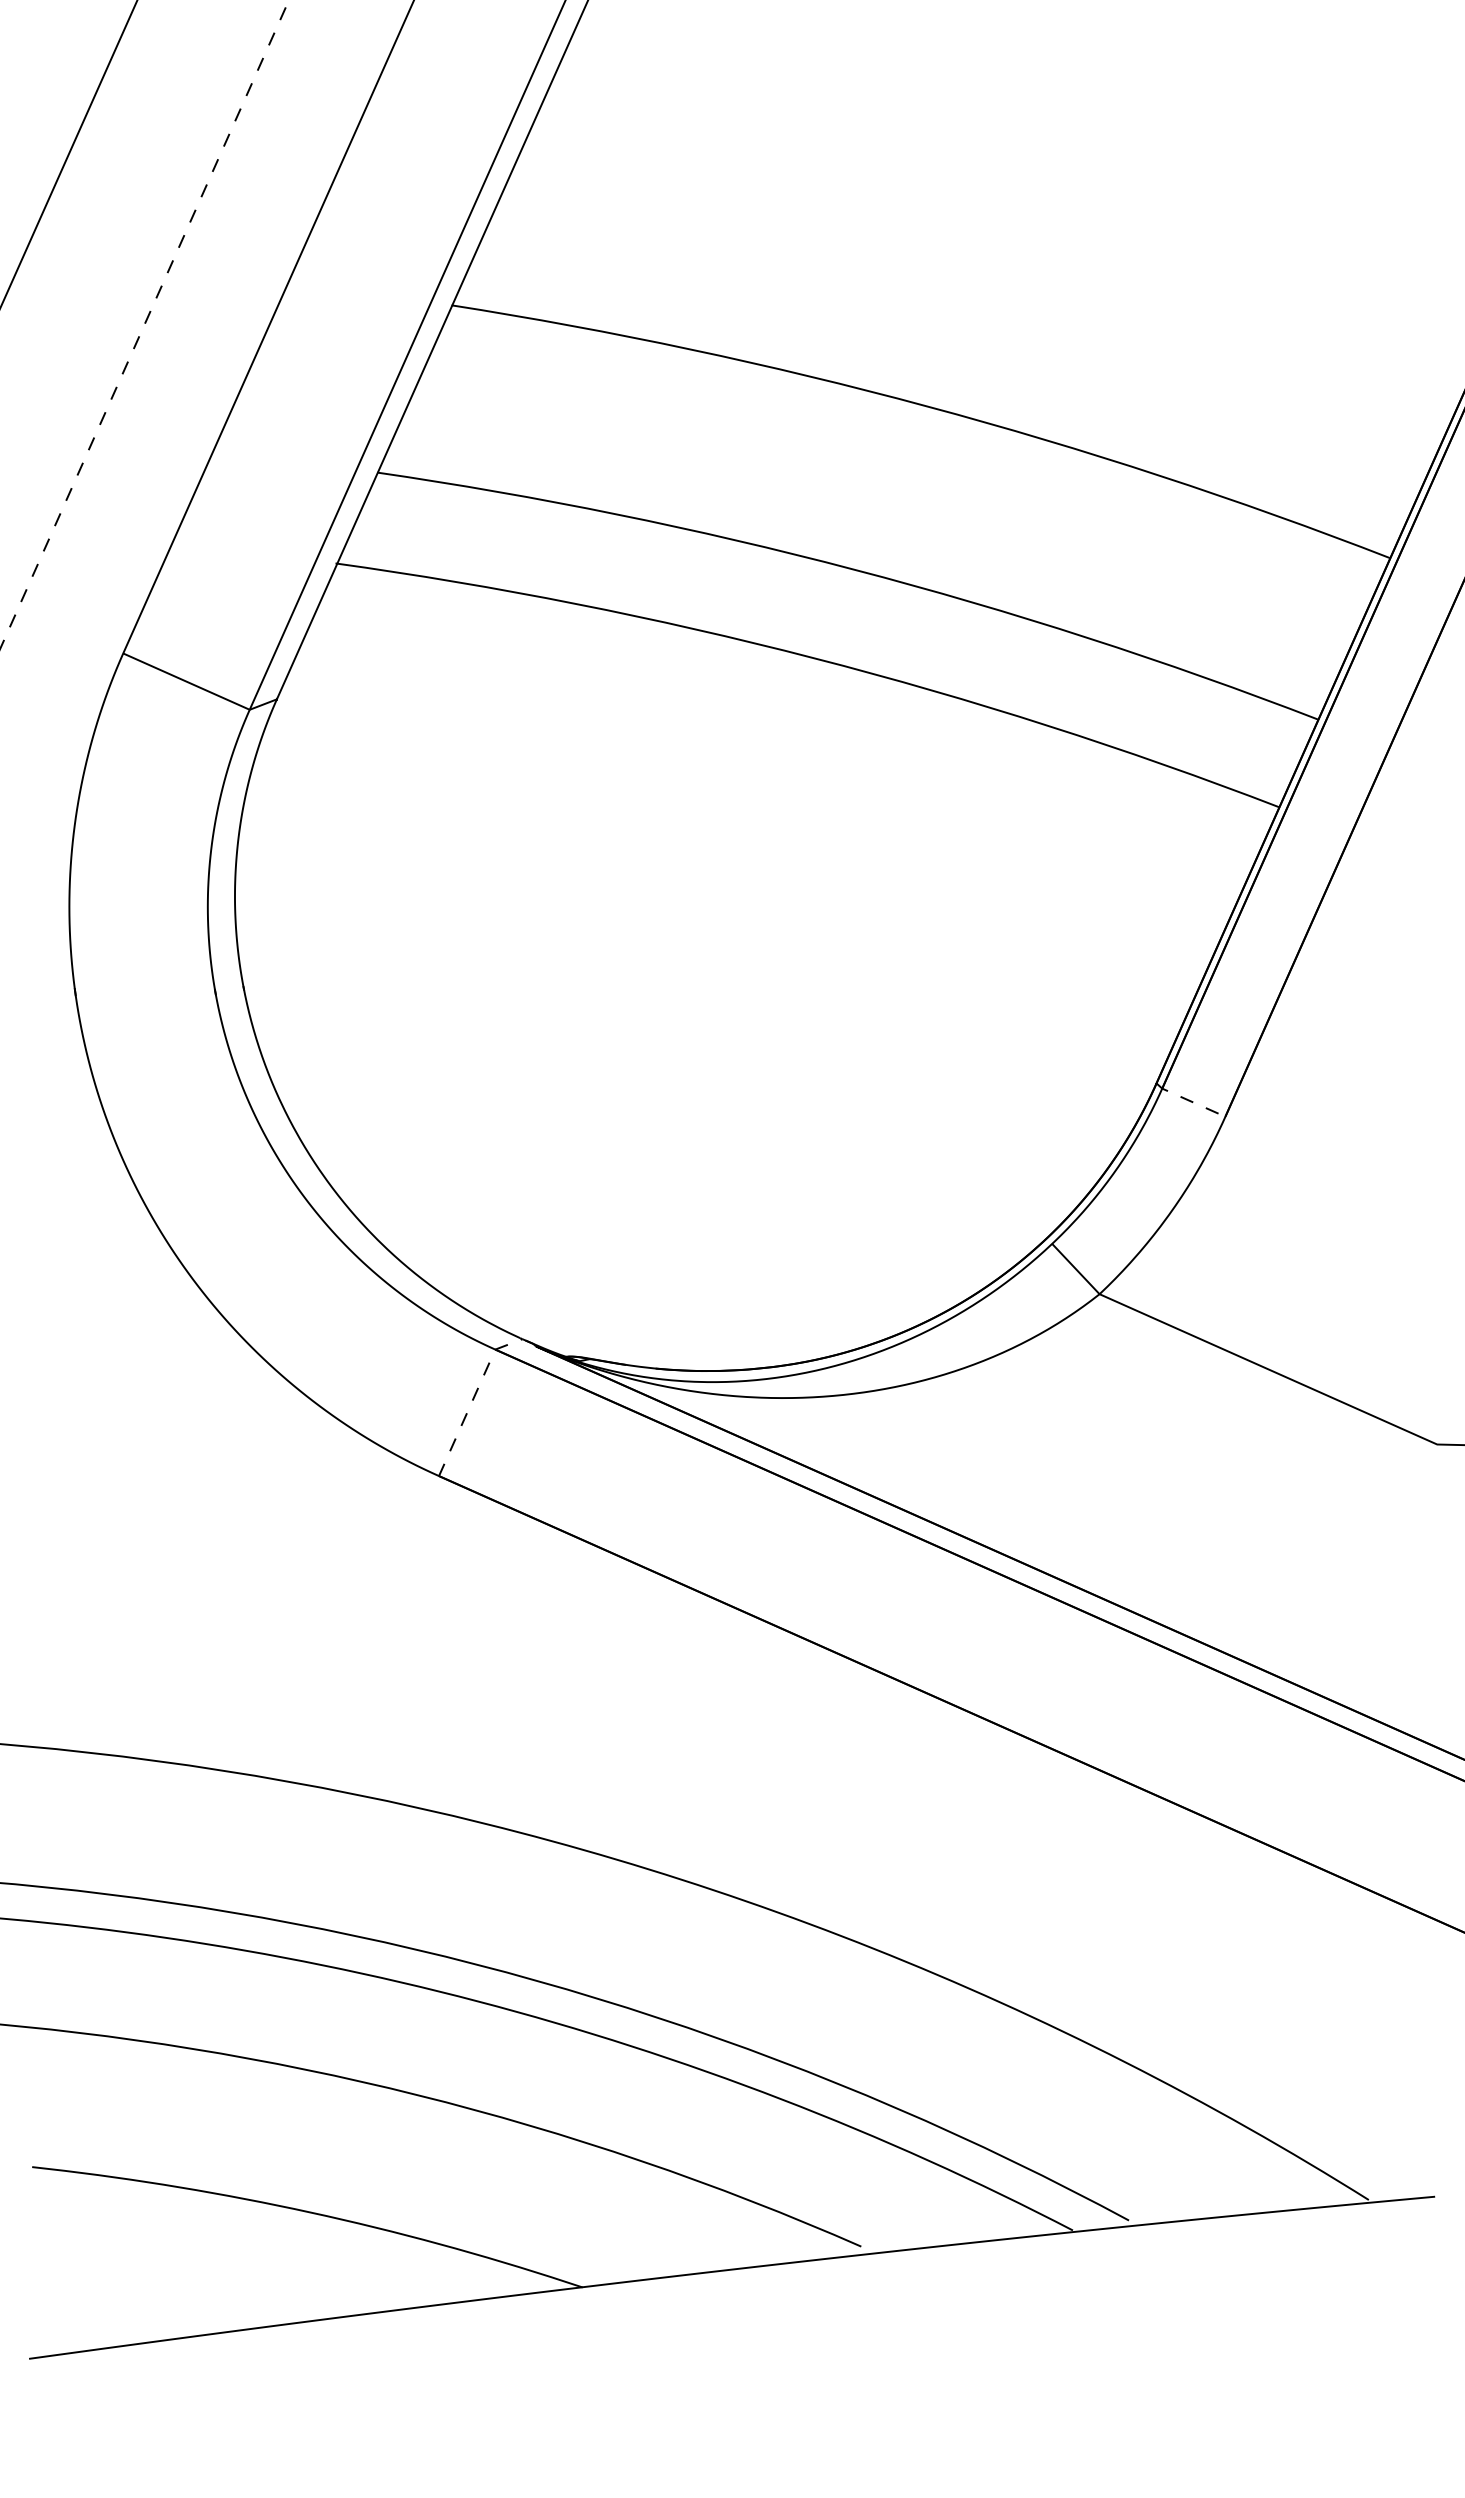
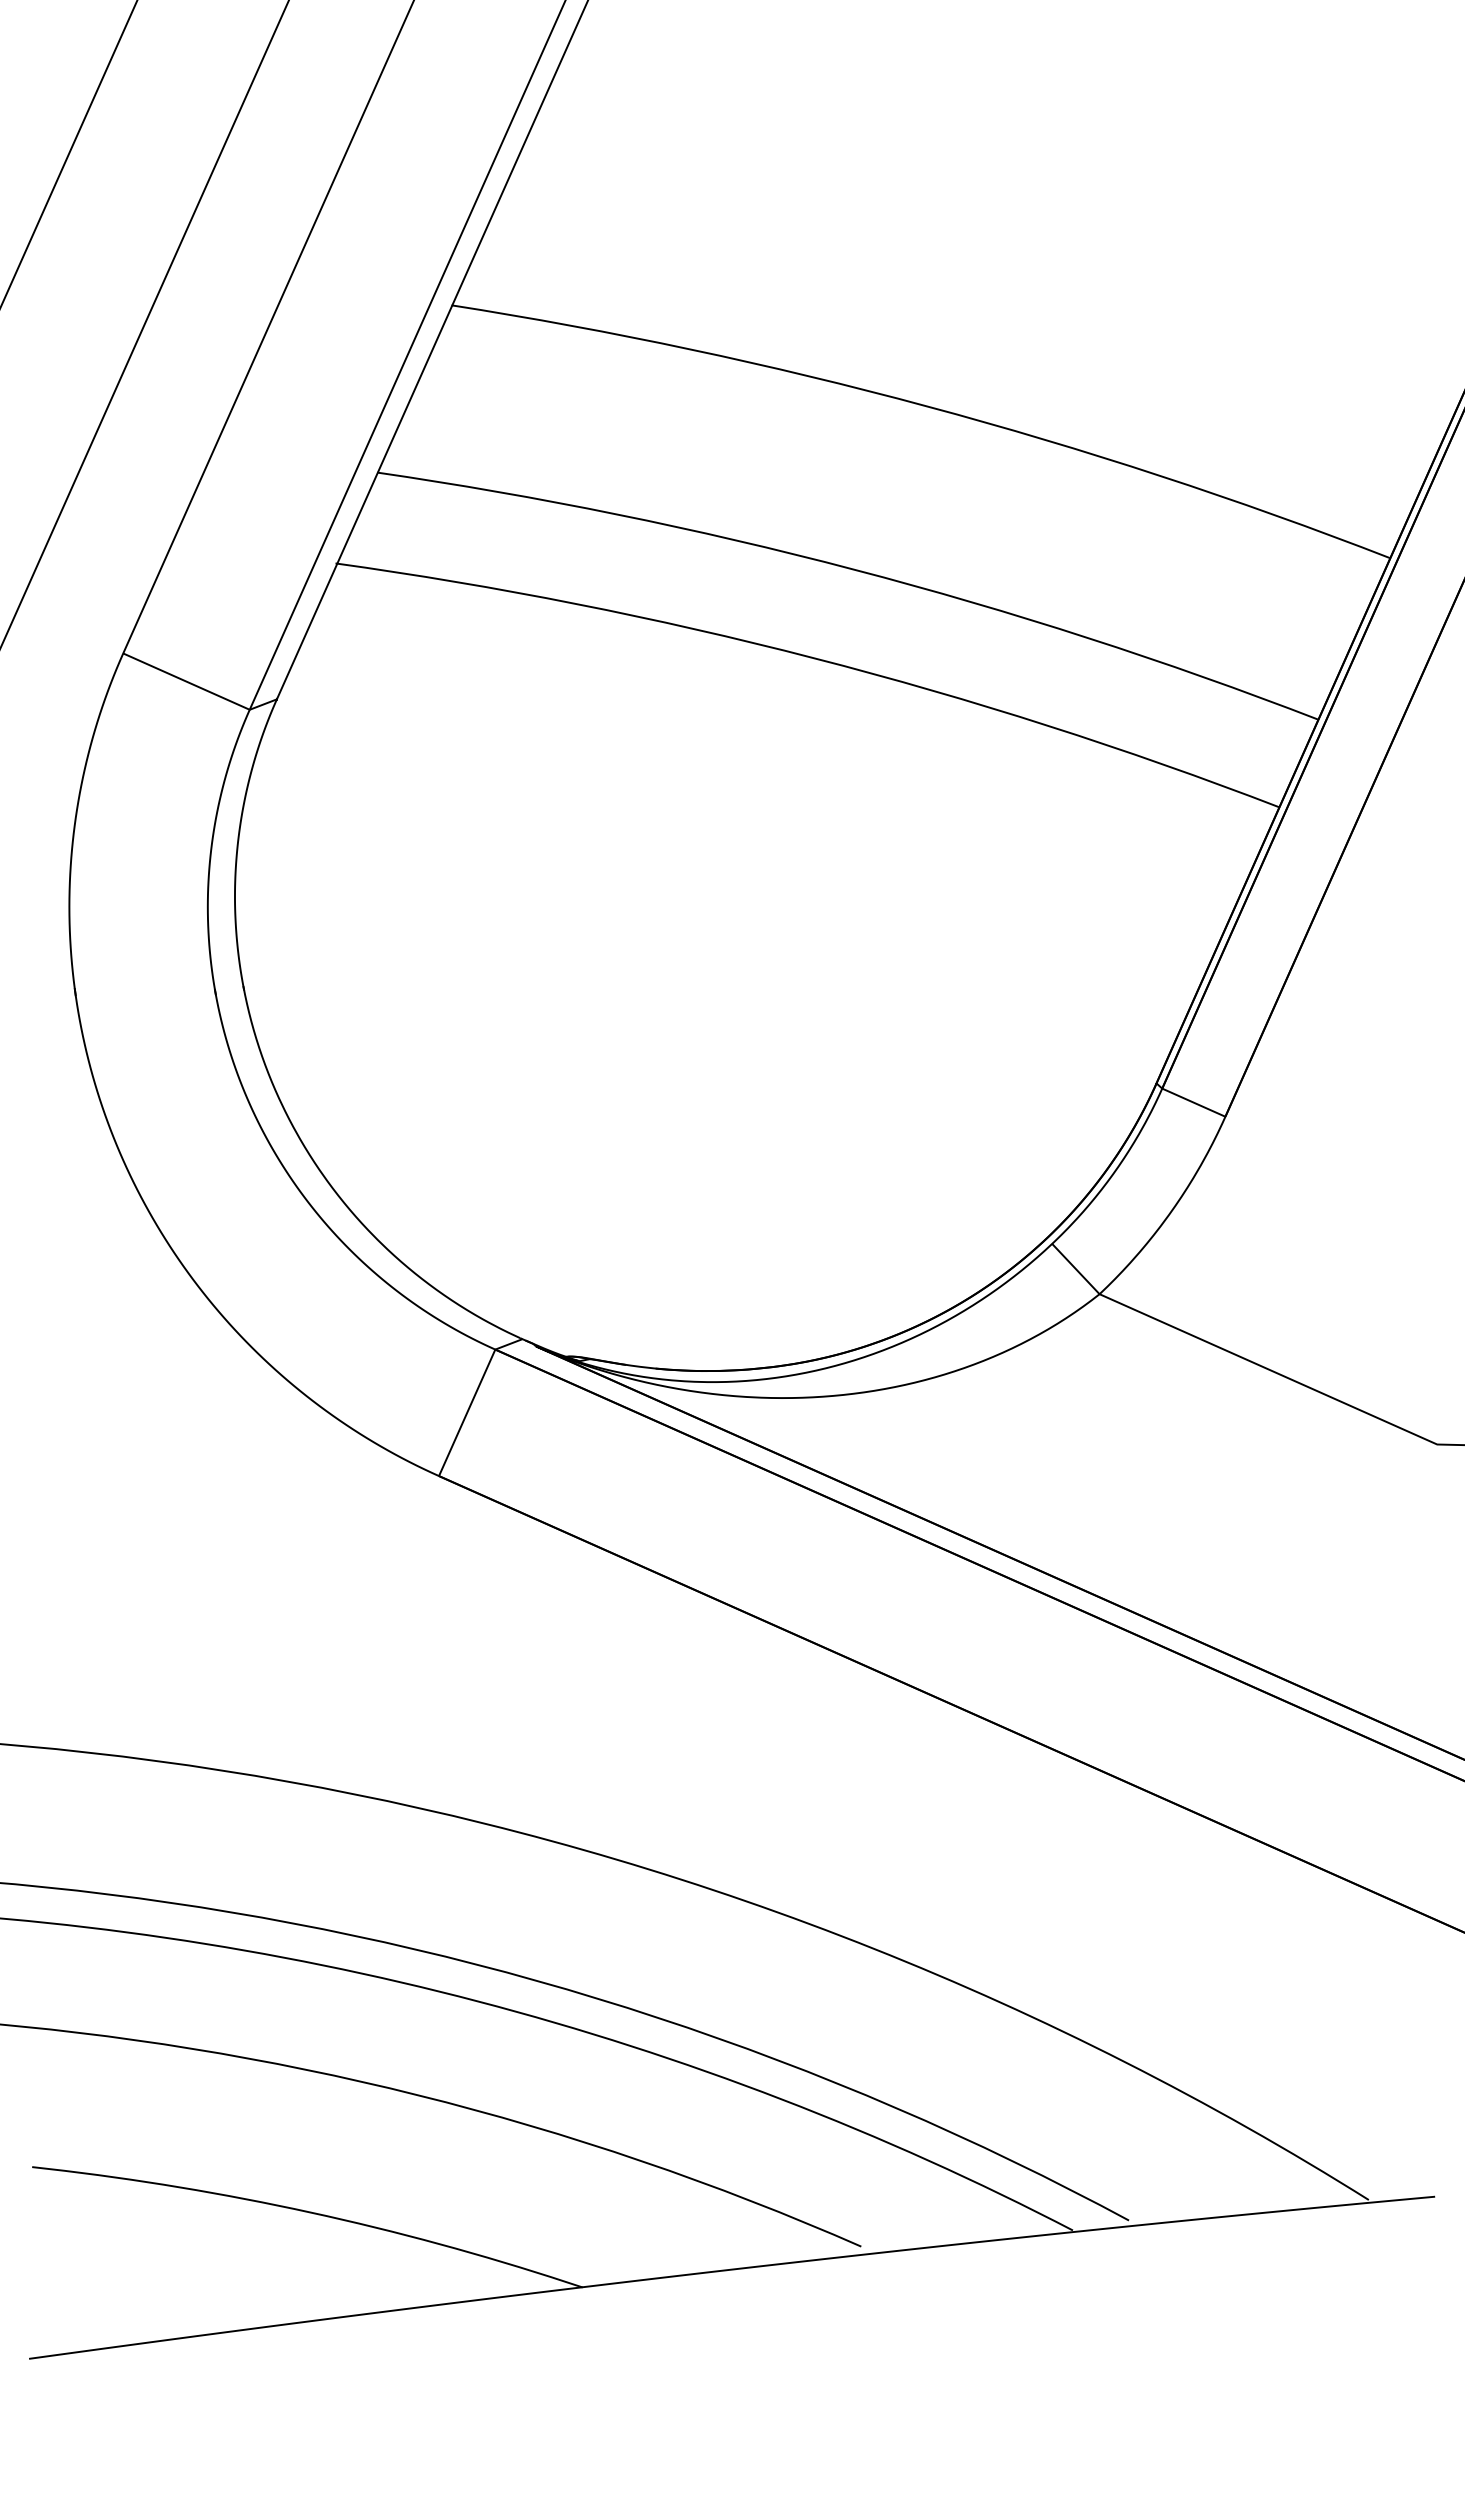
line at (144, 324): dashed -> solid
line at (1190, 1101): dashed -> solid
line at (475, 1393): dashed -> solid
